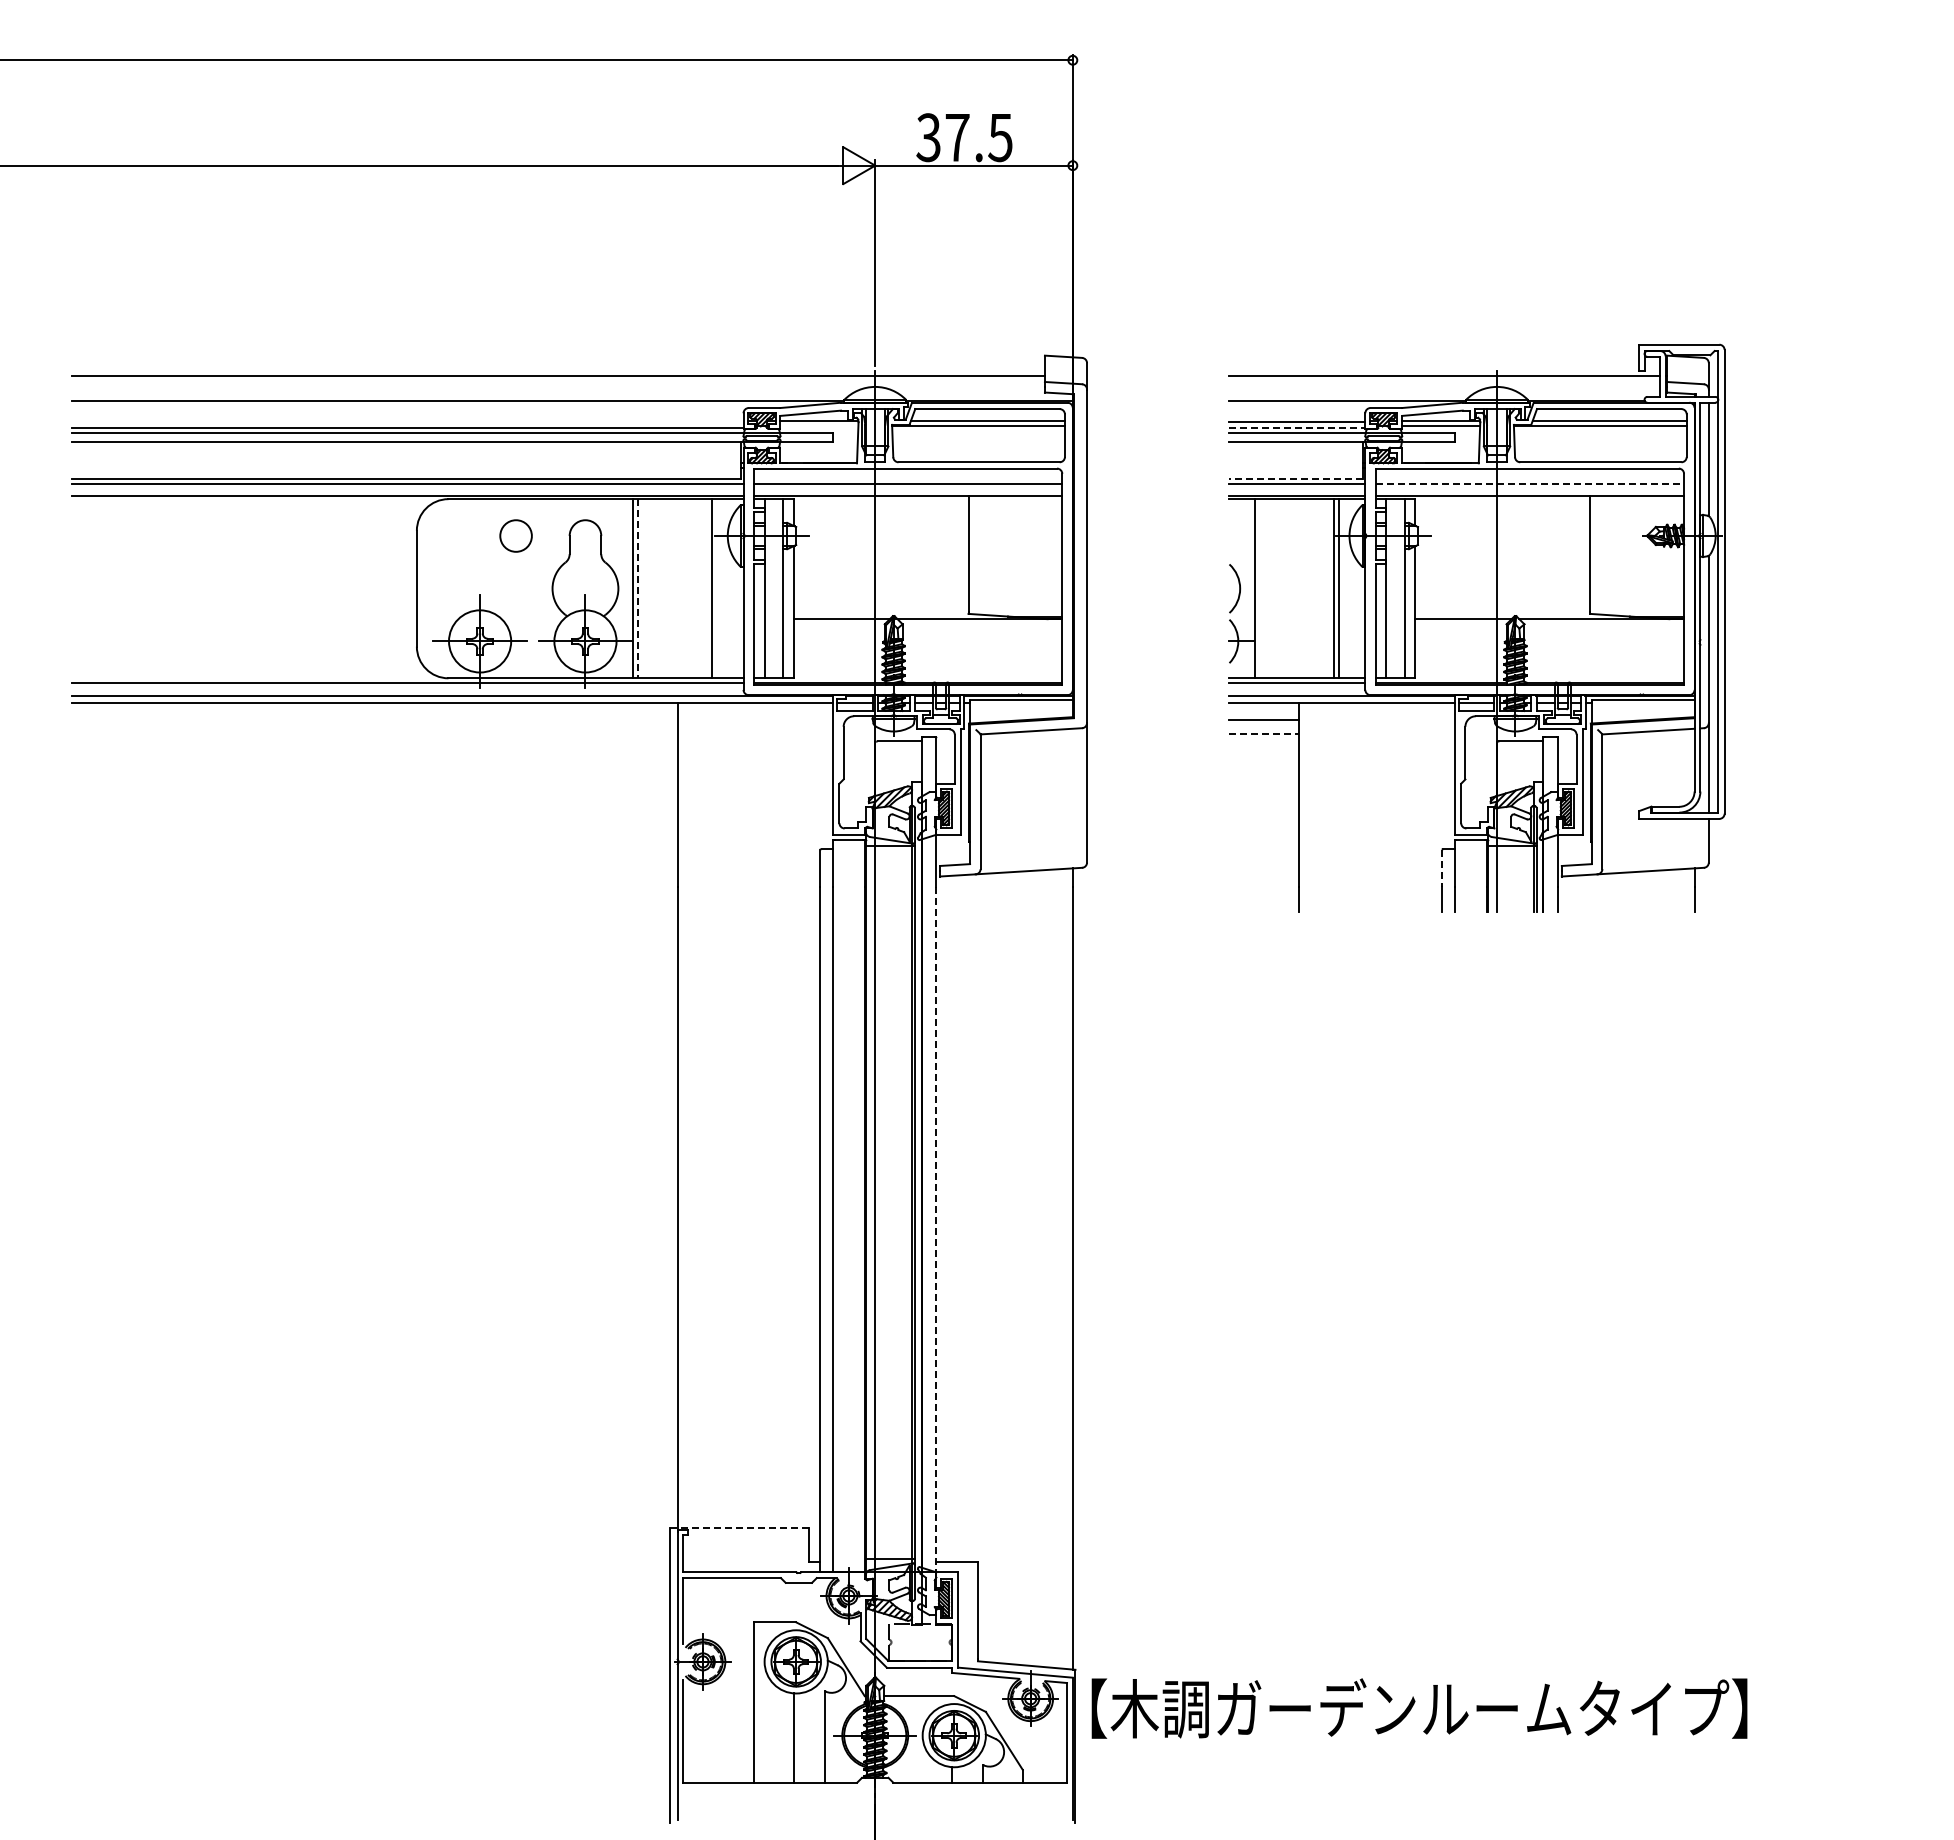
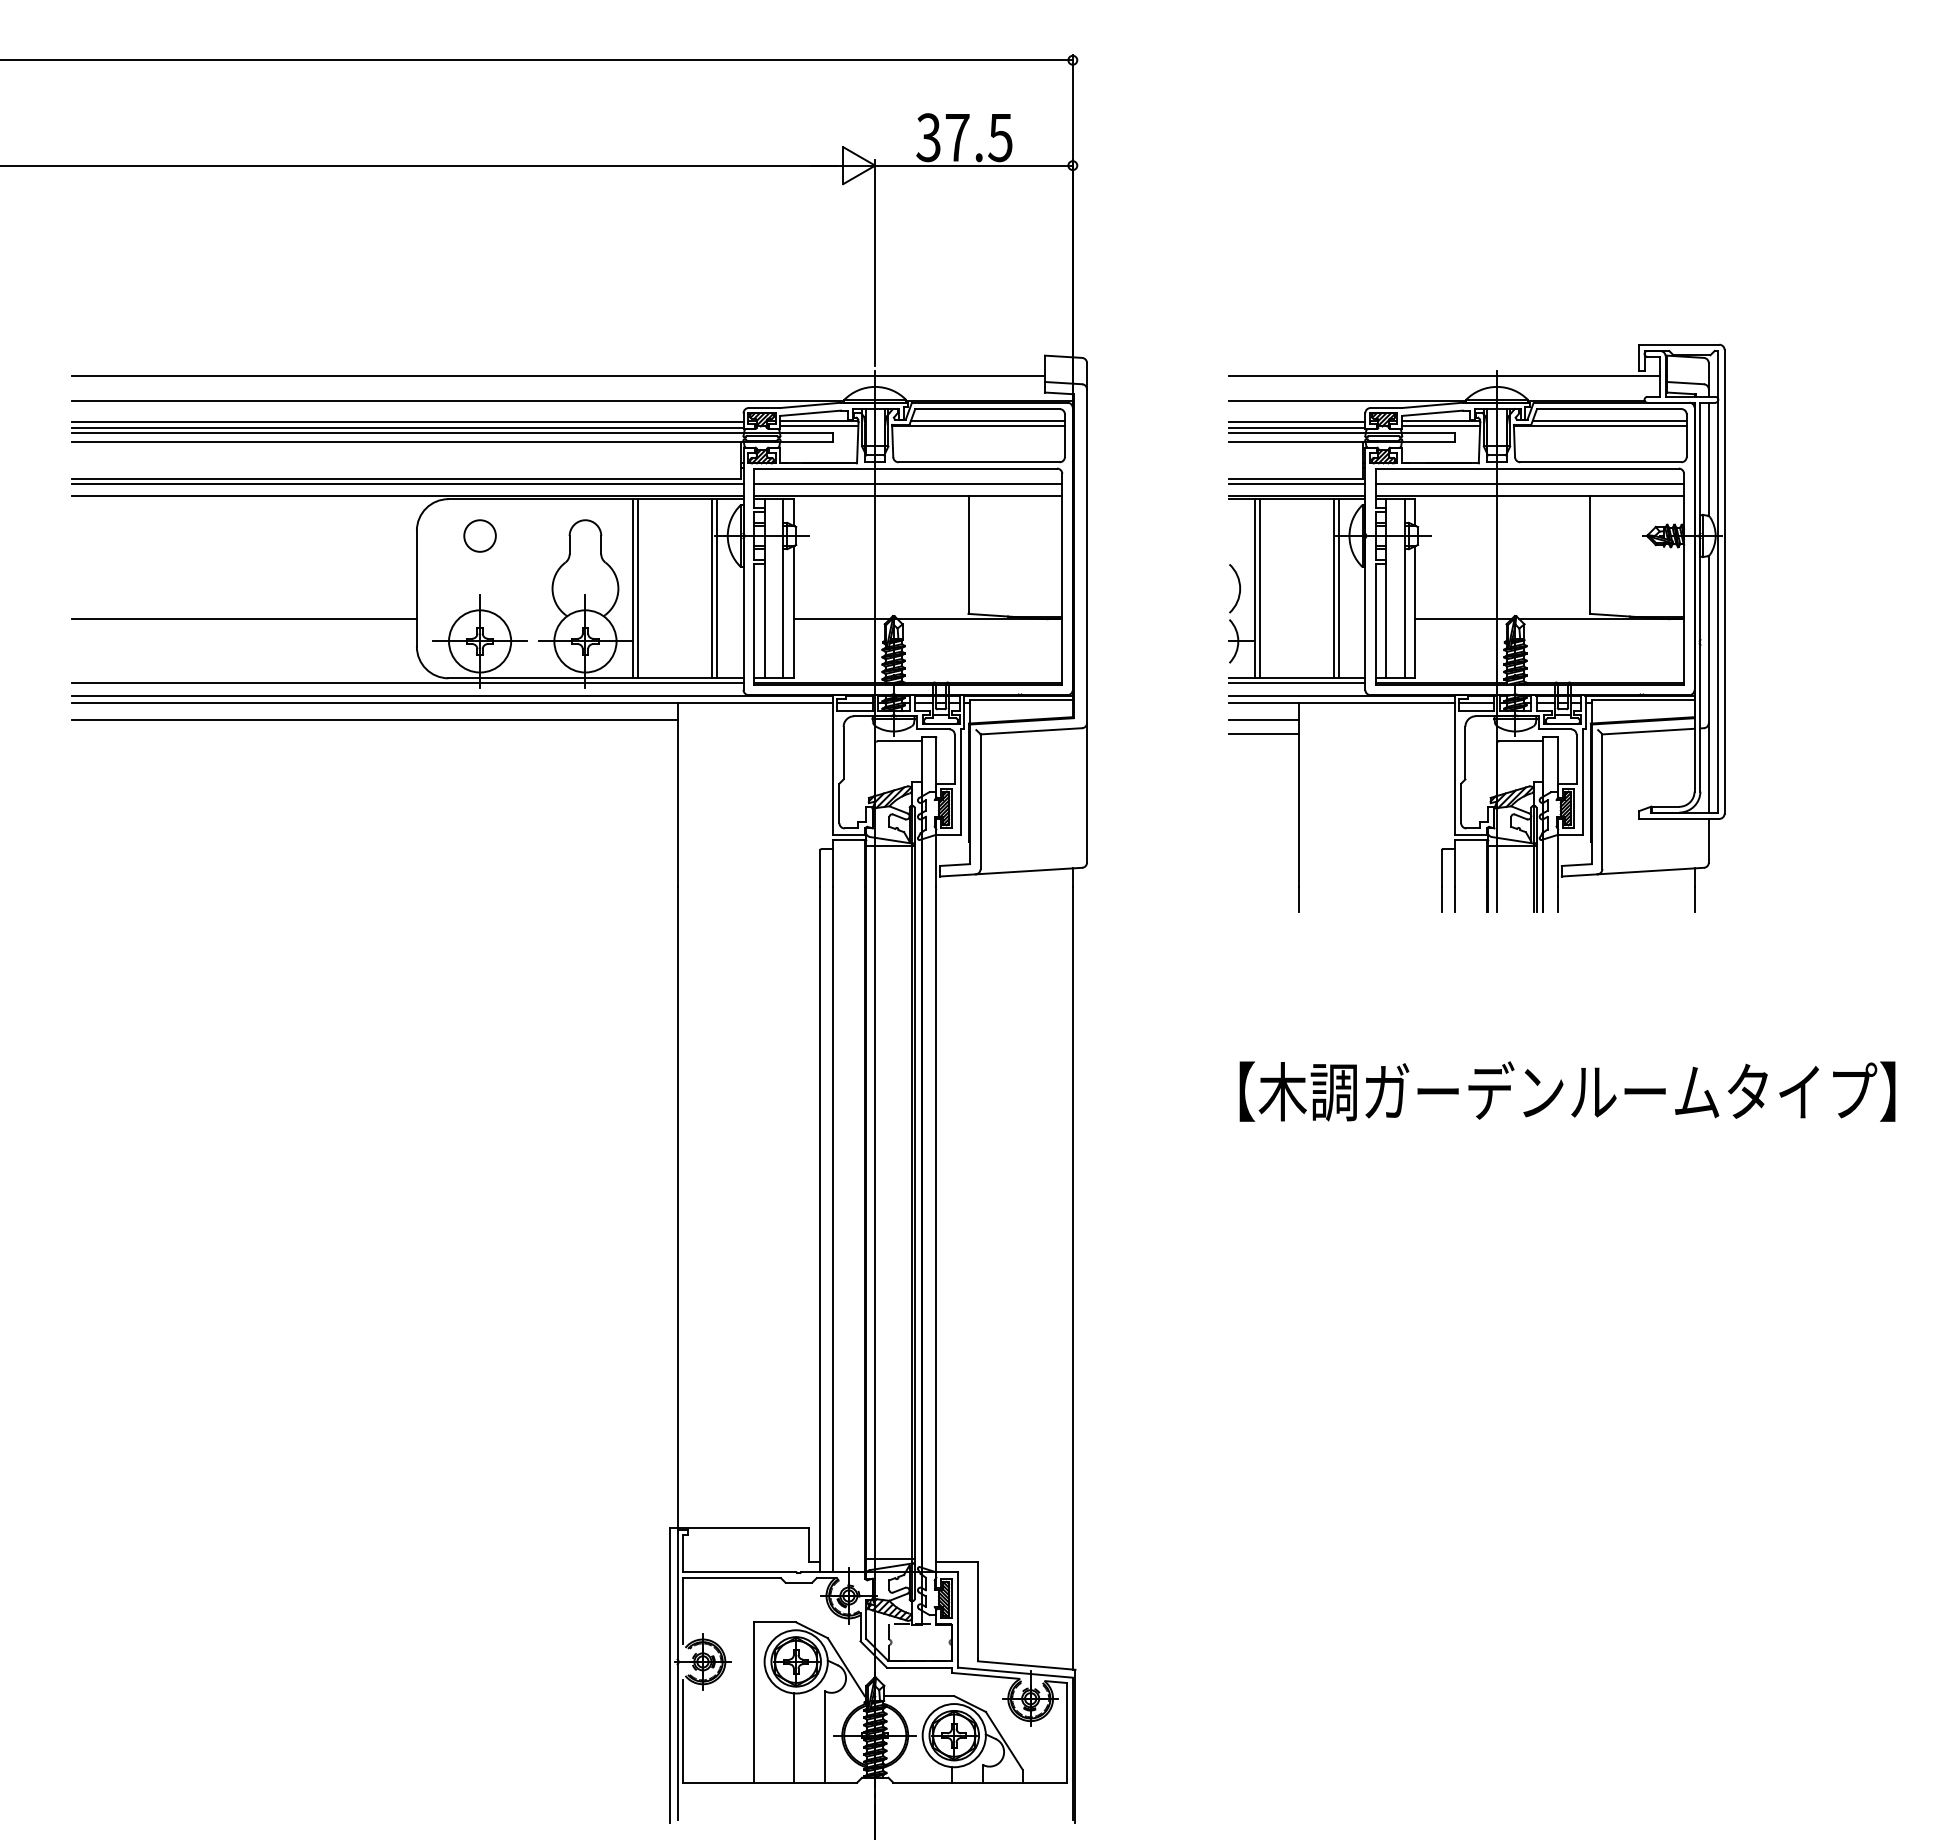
line at (407, 422): none -> present
line at (819, 426): none -> present
line at (1297, 427): dashed -> solid
line at (1296, 479): dashed -> solid
line at (1530, 484): dashed -> solid
circle at (515, 535) position: (515, 535) -> (479, 535)
line at (638, 588): dashed -> solid
line at (717, 588): none -> present
line at (1259, 588): none -> present
line at (243, 619): none -> present
line at (374, 719): none -> present
line at (1264, 734): dashed -> solid
line at (1441, 868): dashed -> solid
line at (936, 1230): dashed -> solid
line at (739, 1527): dashed -> solid
text at (1419, 1708) position: (1419, 1708) -> (1567, 1091)
